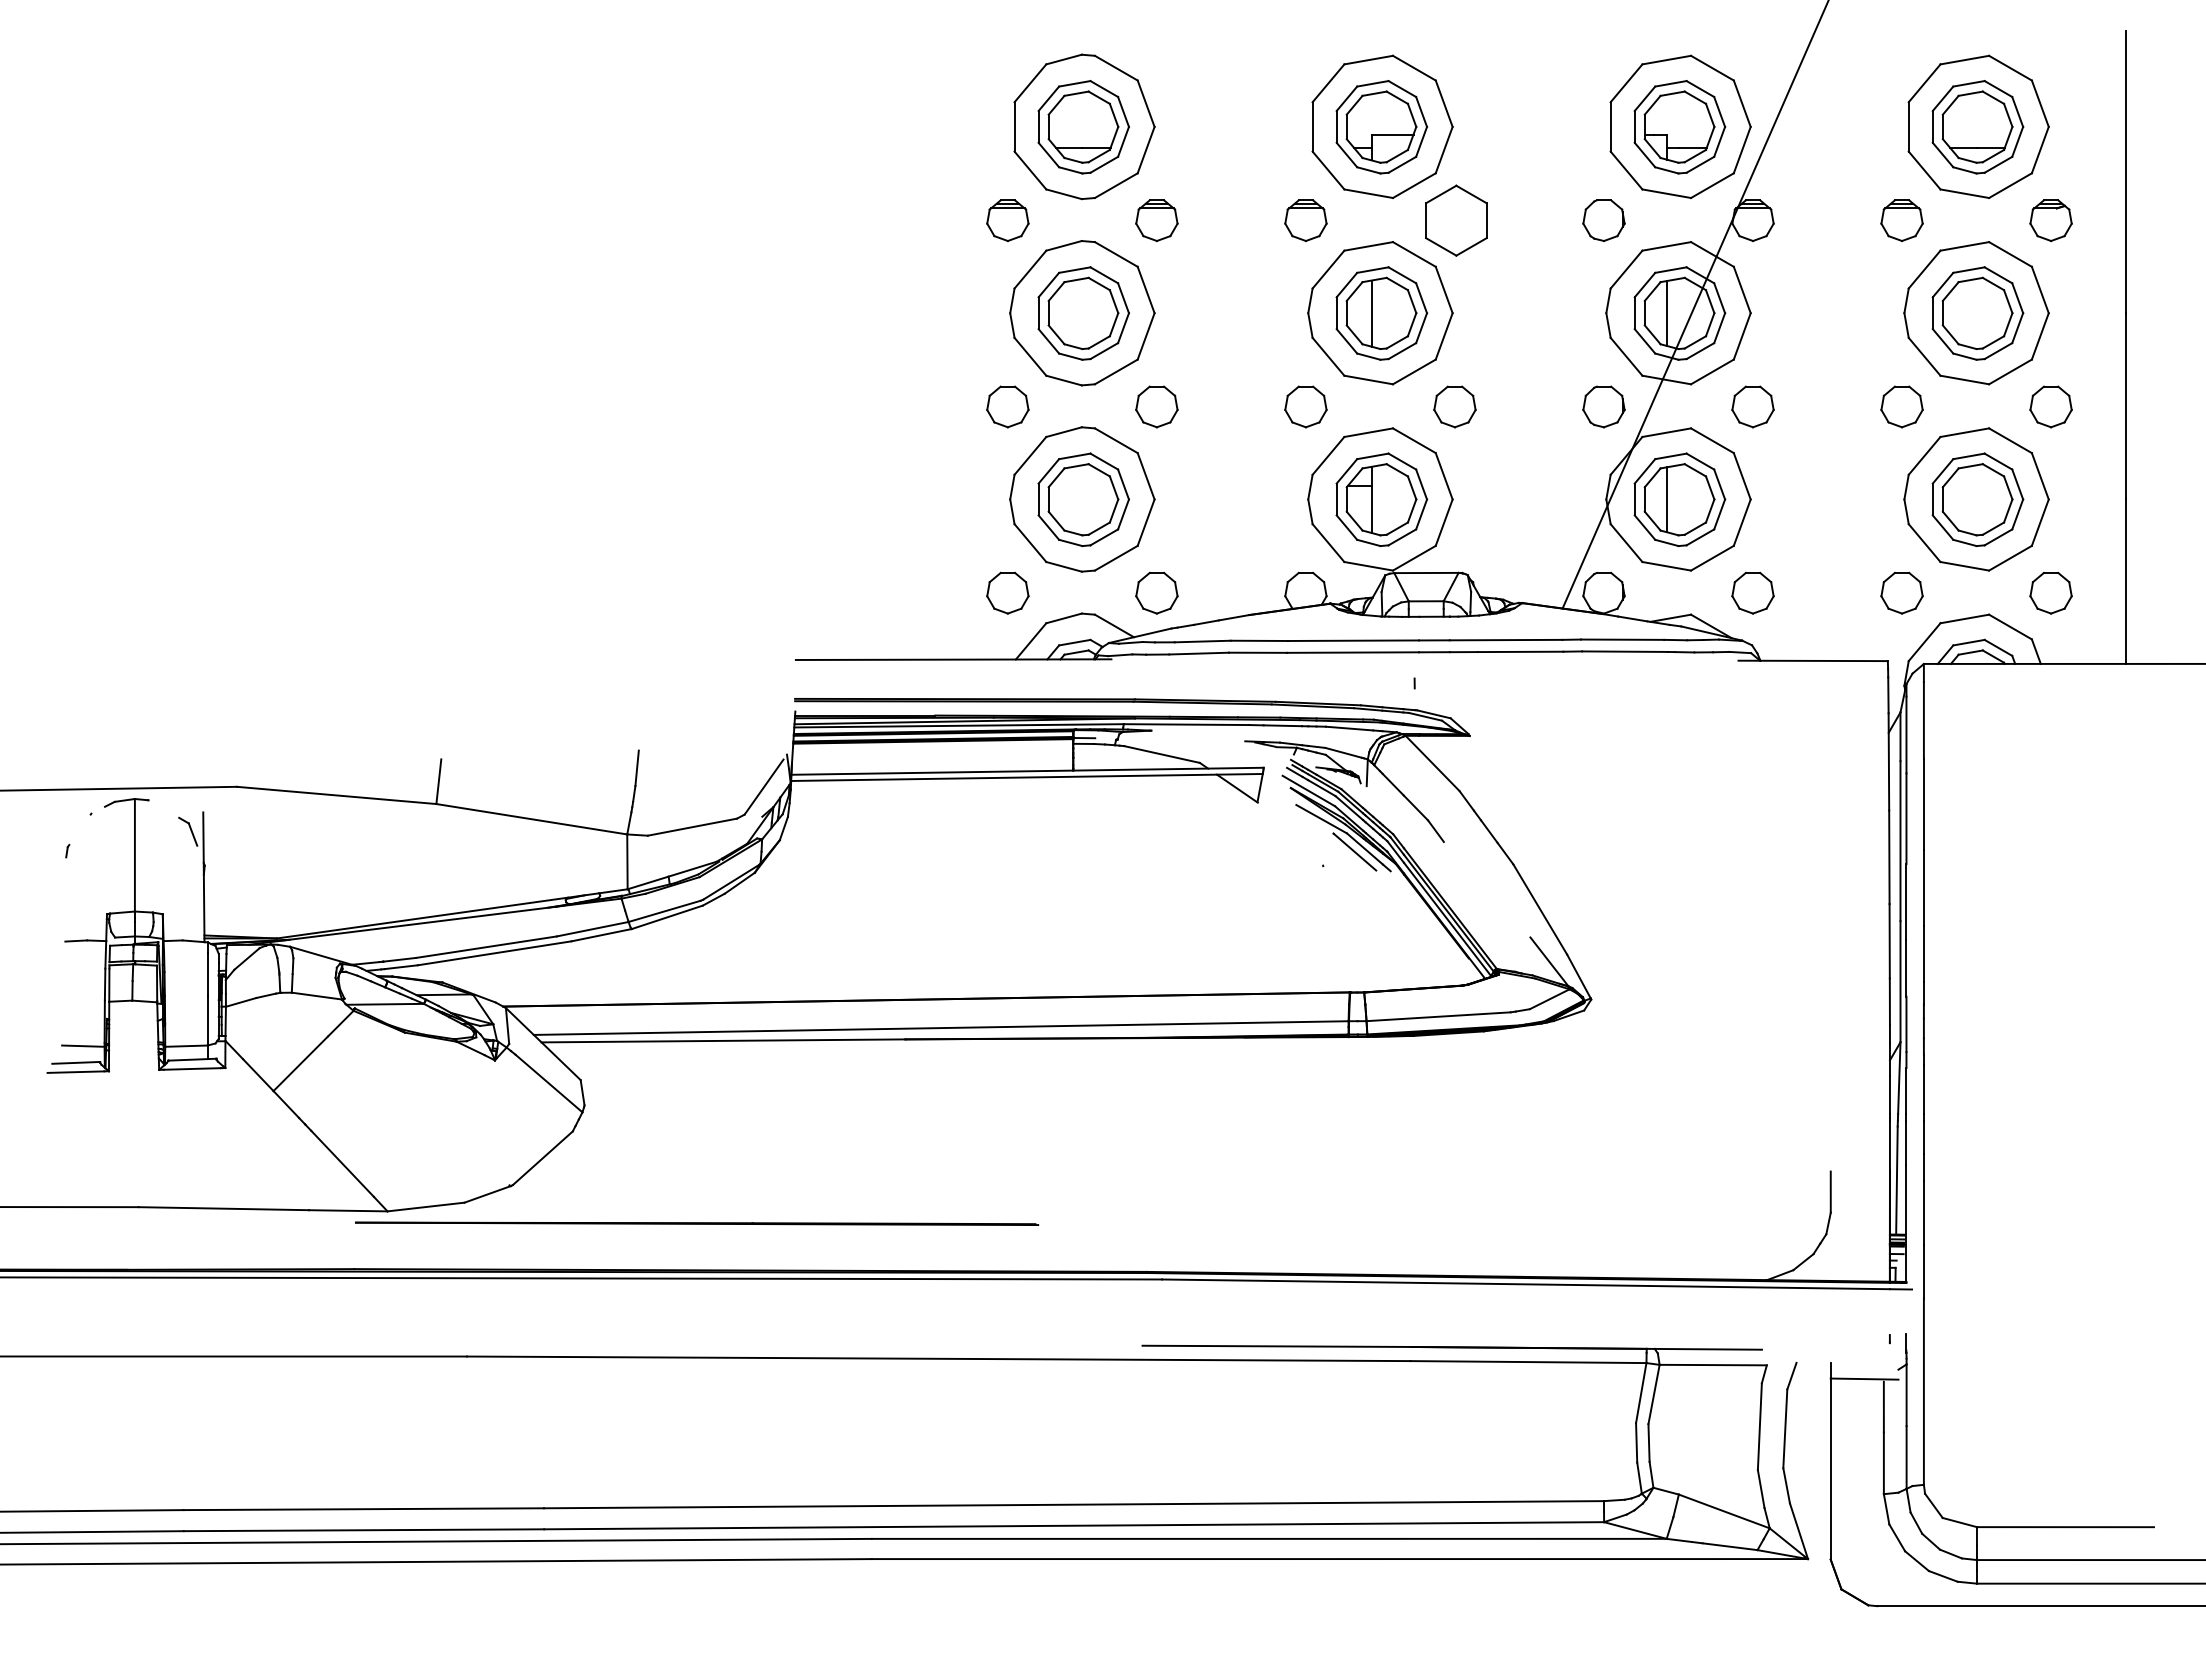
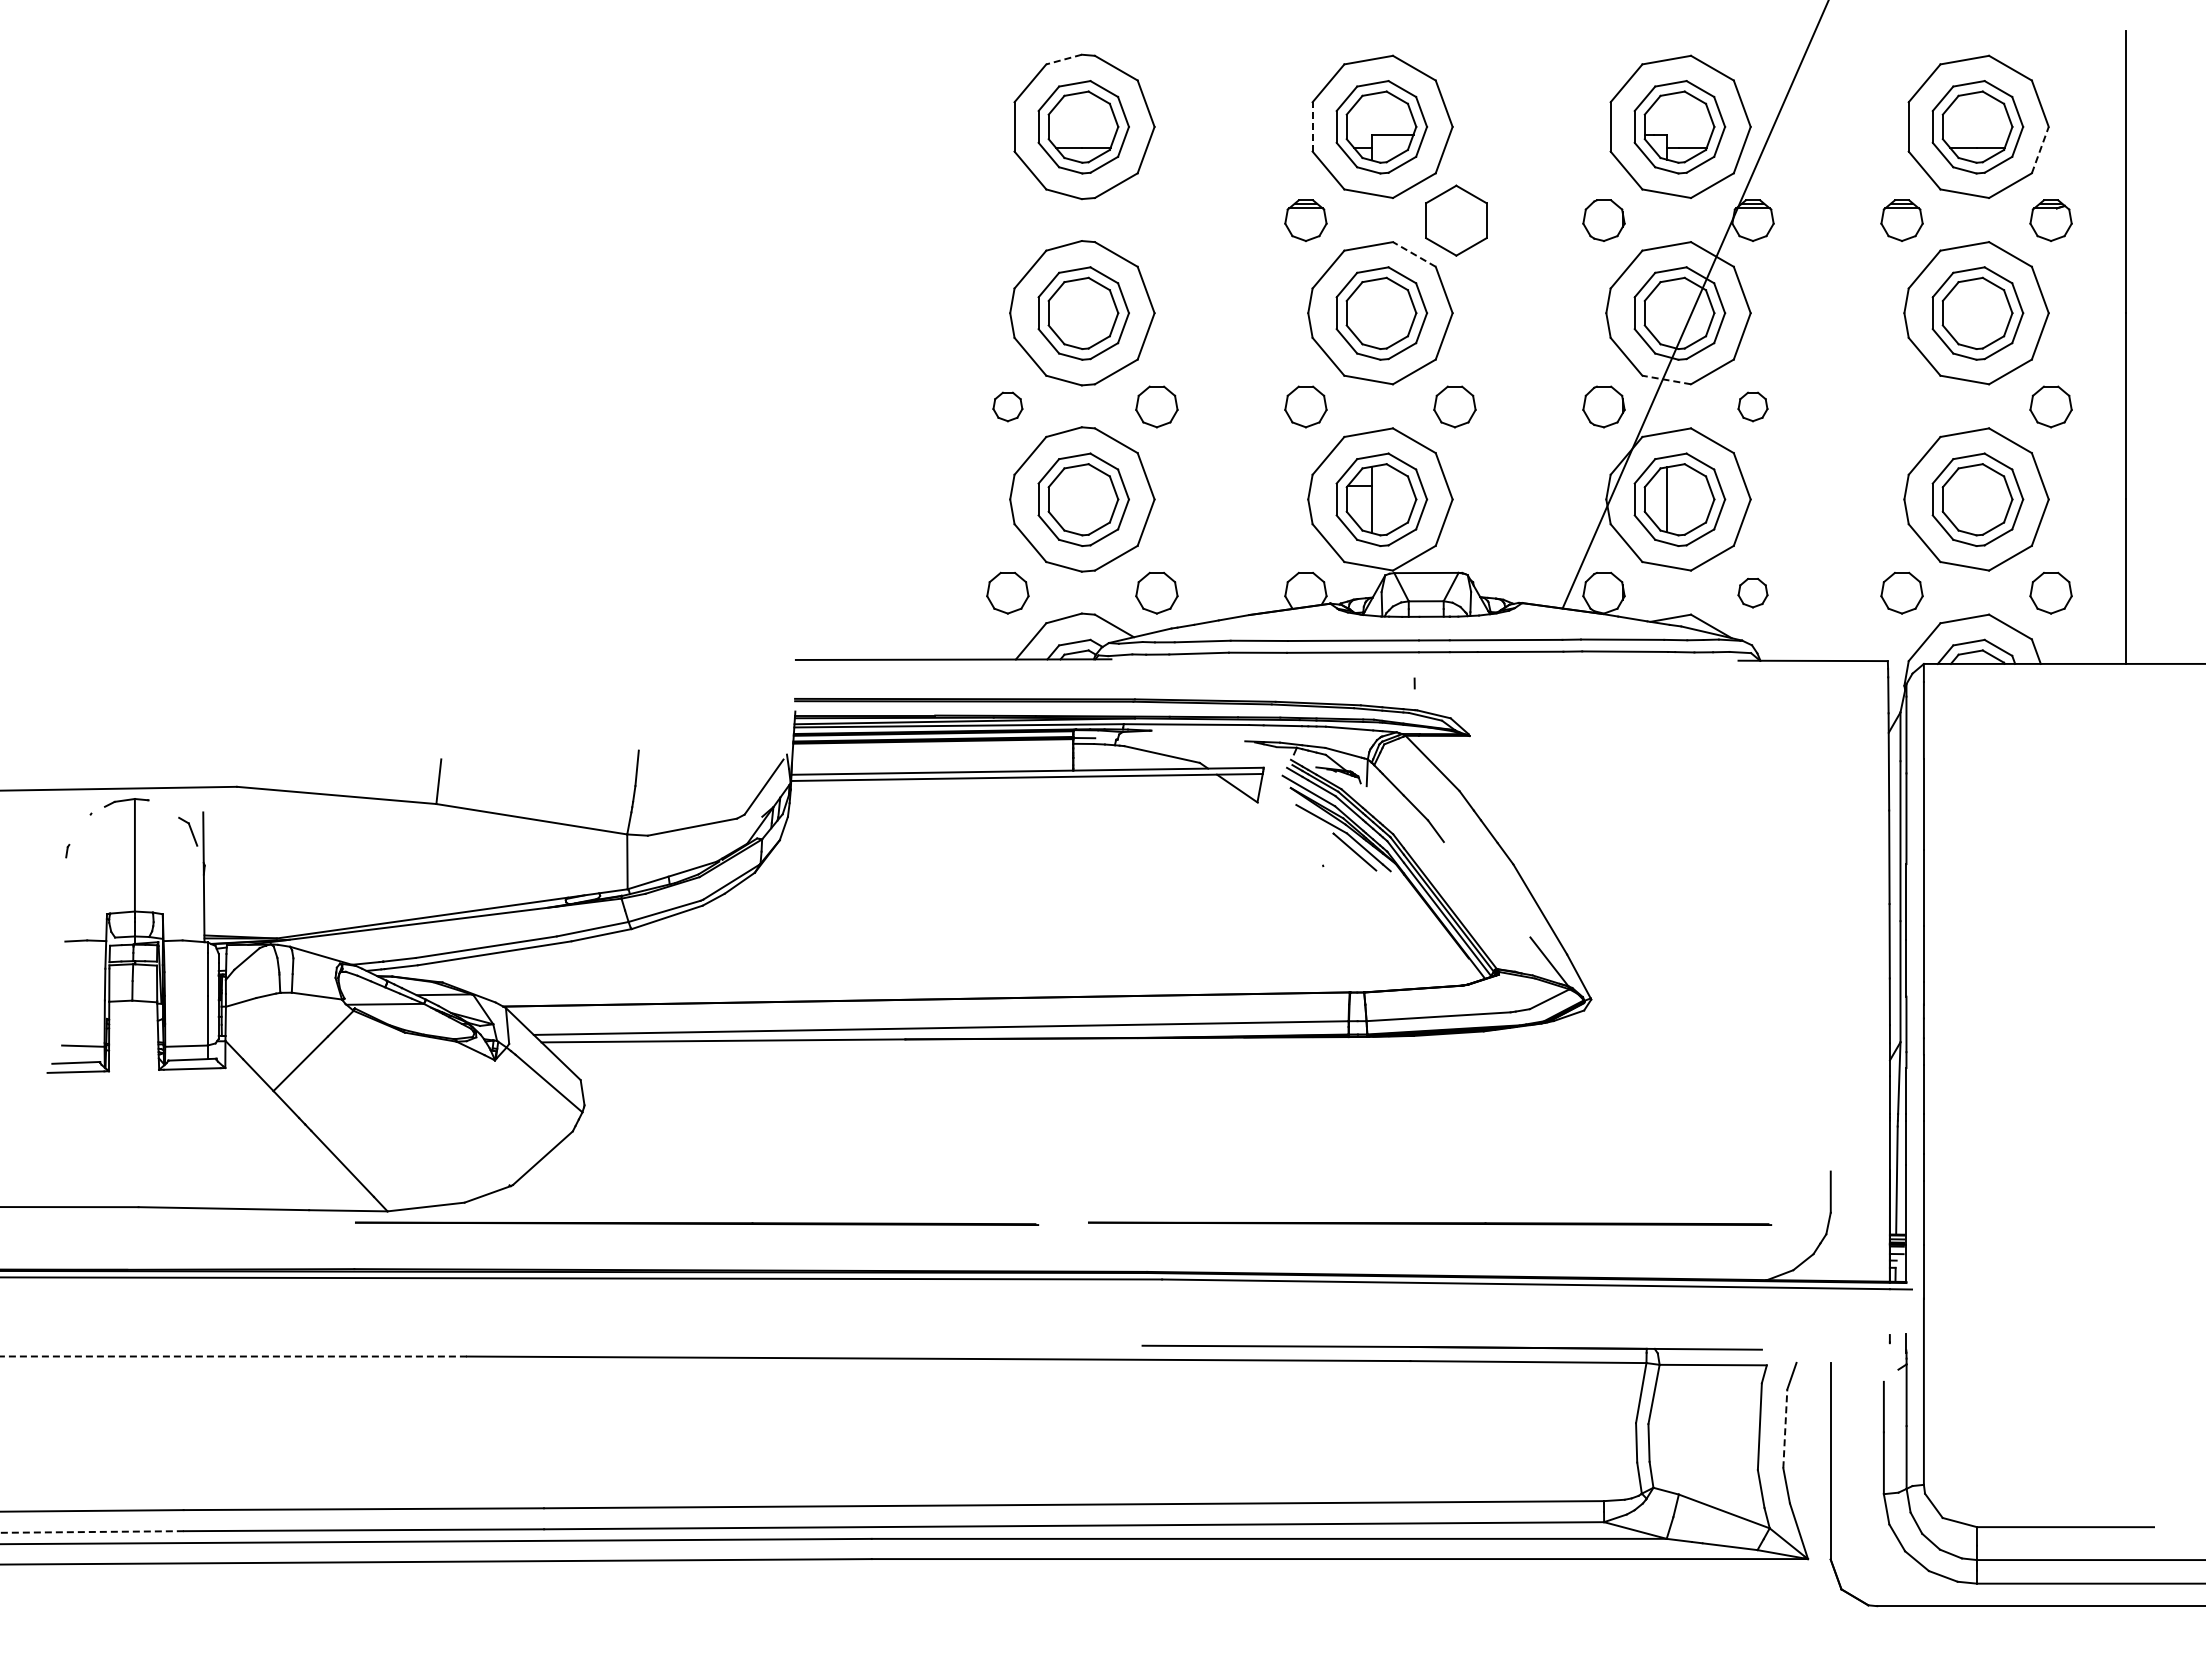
line at (1063, 59): solid -> dashed
line at (1312, 126): solid -> dashed
line at (2040, 150): solid -> dashed
part at (1007, 220): present -> none
part at (1156, 220): present -> none
line at (1414, 254): solid -> dashed
line at (1371, 313): present -> none
line at (1666, 313): present -> none
line at (1666, 380): solid -> dashed
part at (1007, 406) size: 44x44 px -> 32x32 px
part at (1752, 406) size: 44x44 px -> 32x32 px
part at (1901, 406): present -> none
part at (1752, 592) size: 44x44 px -> 32x31 px
line at (1430, 1223): none -> present
line at (232, 1356): solid -> dashed
line at (1864, 1378): present -> none
line at (1785, 1428): solid -> dashed
line at (91, 1532): solid -> dashed
